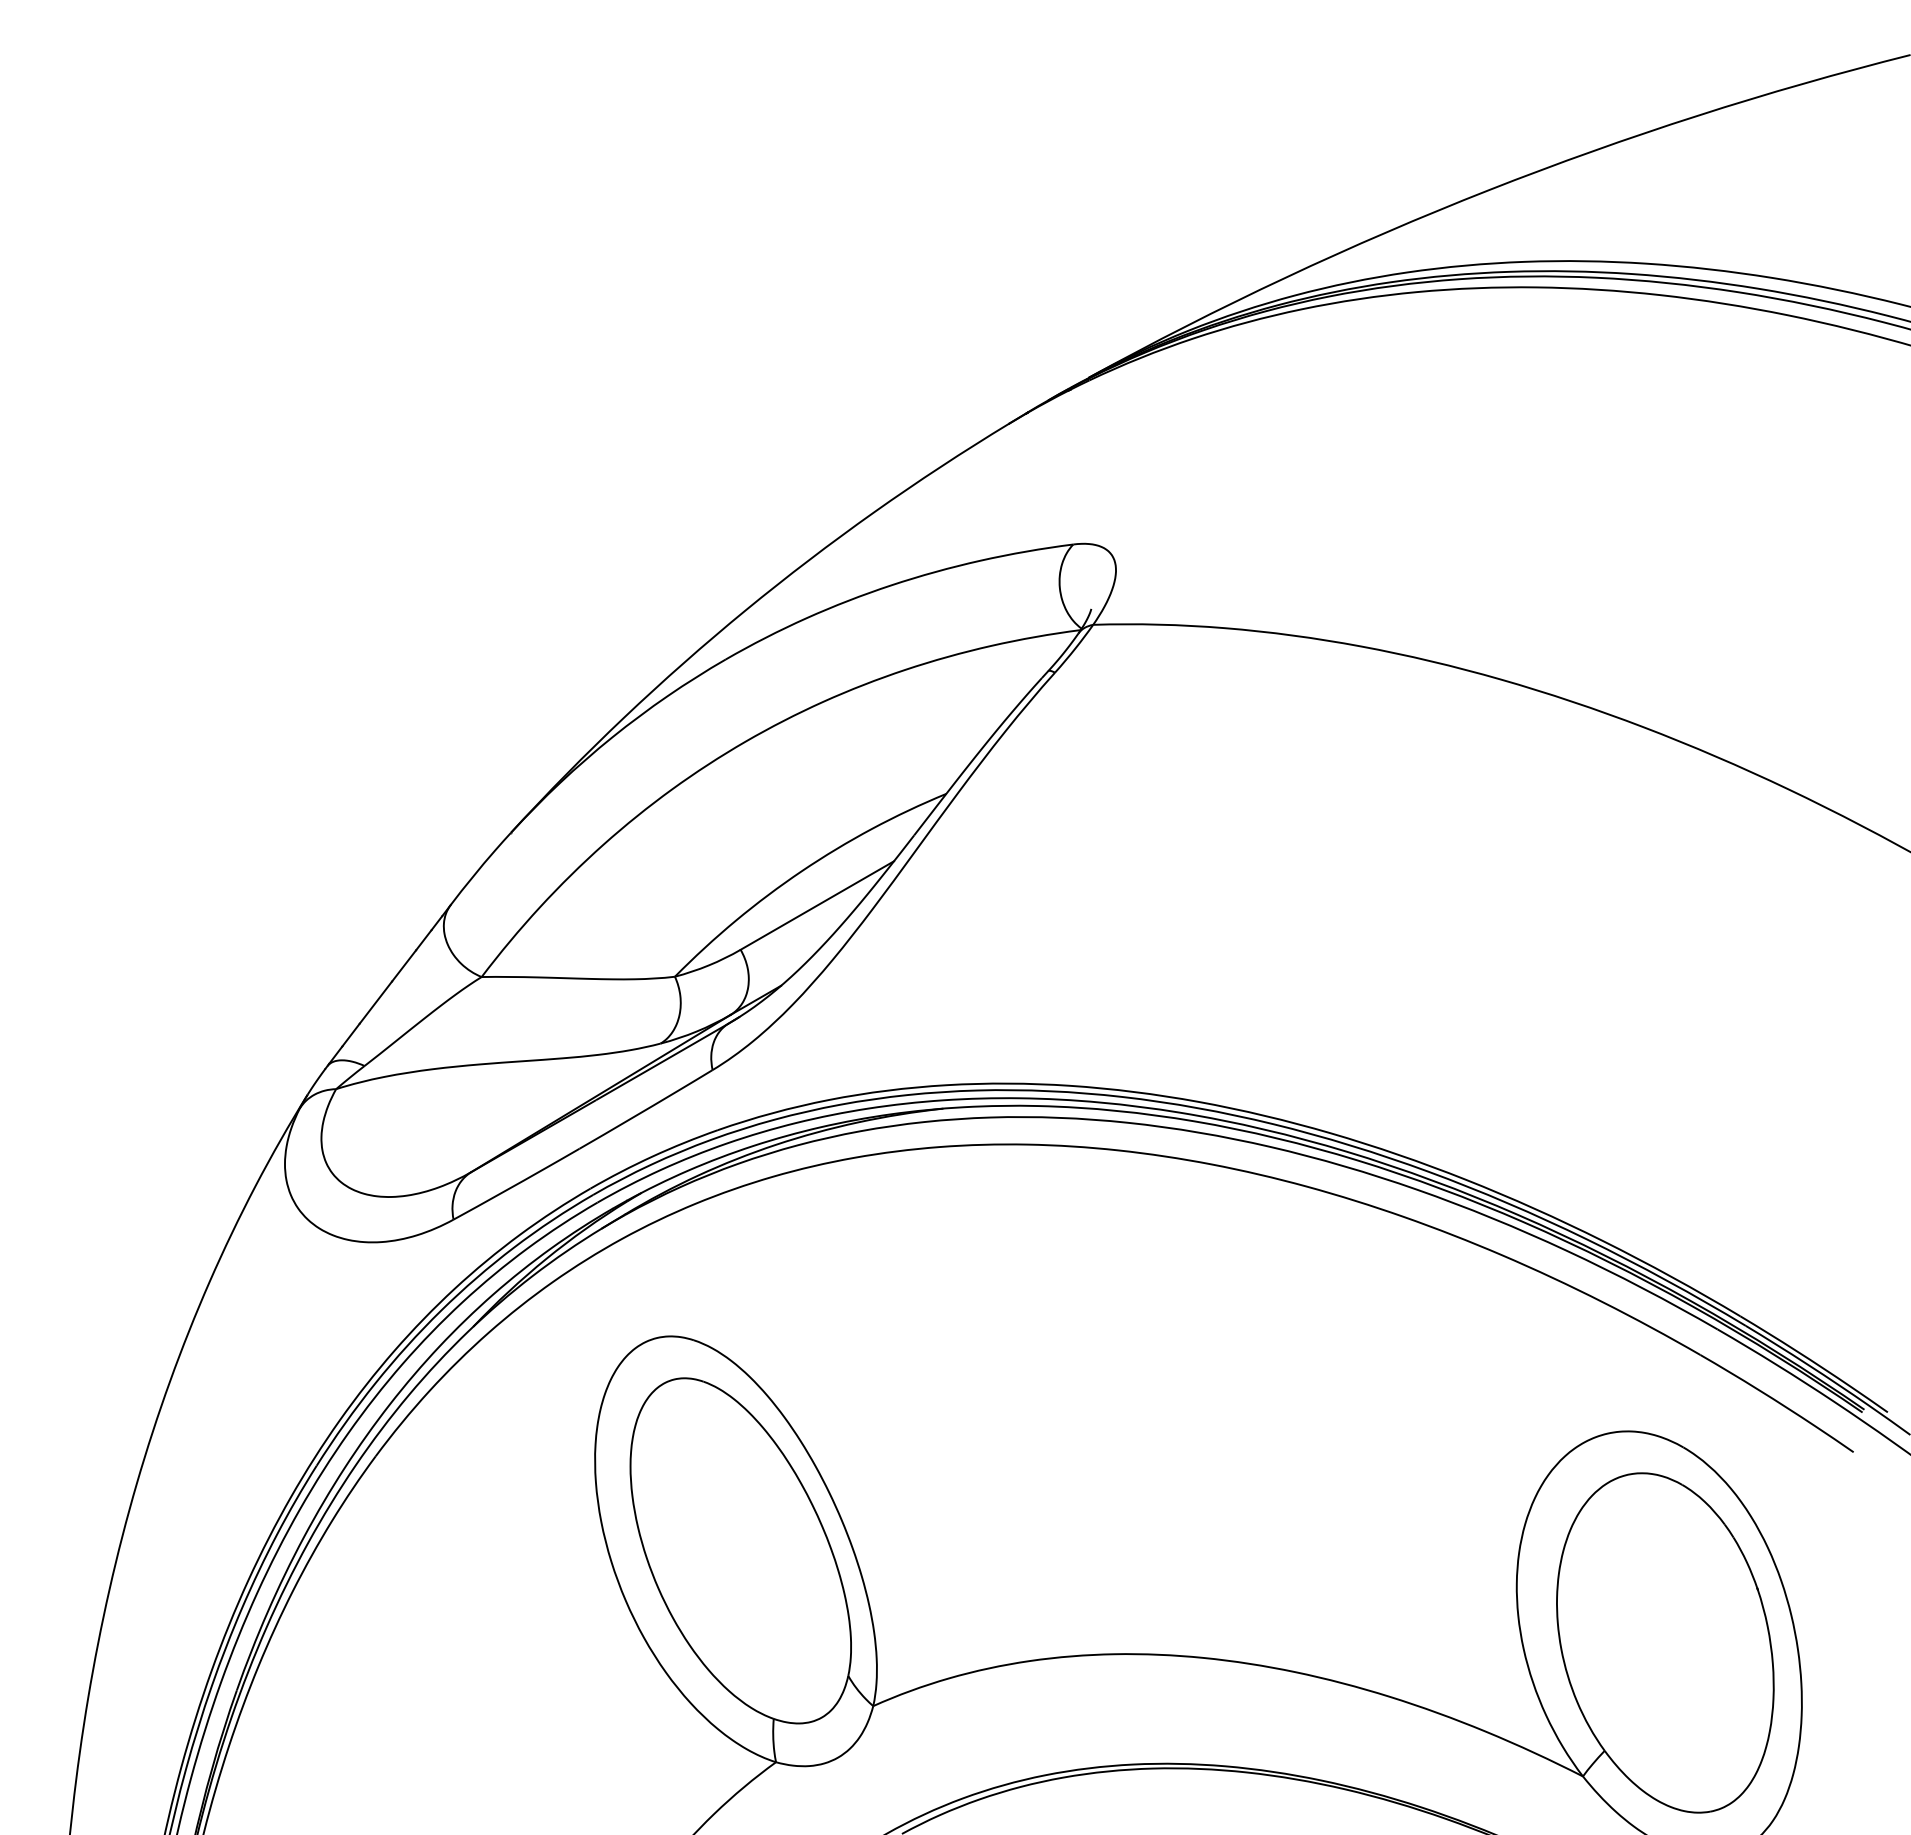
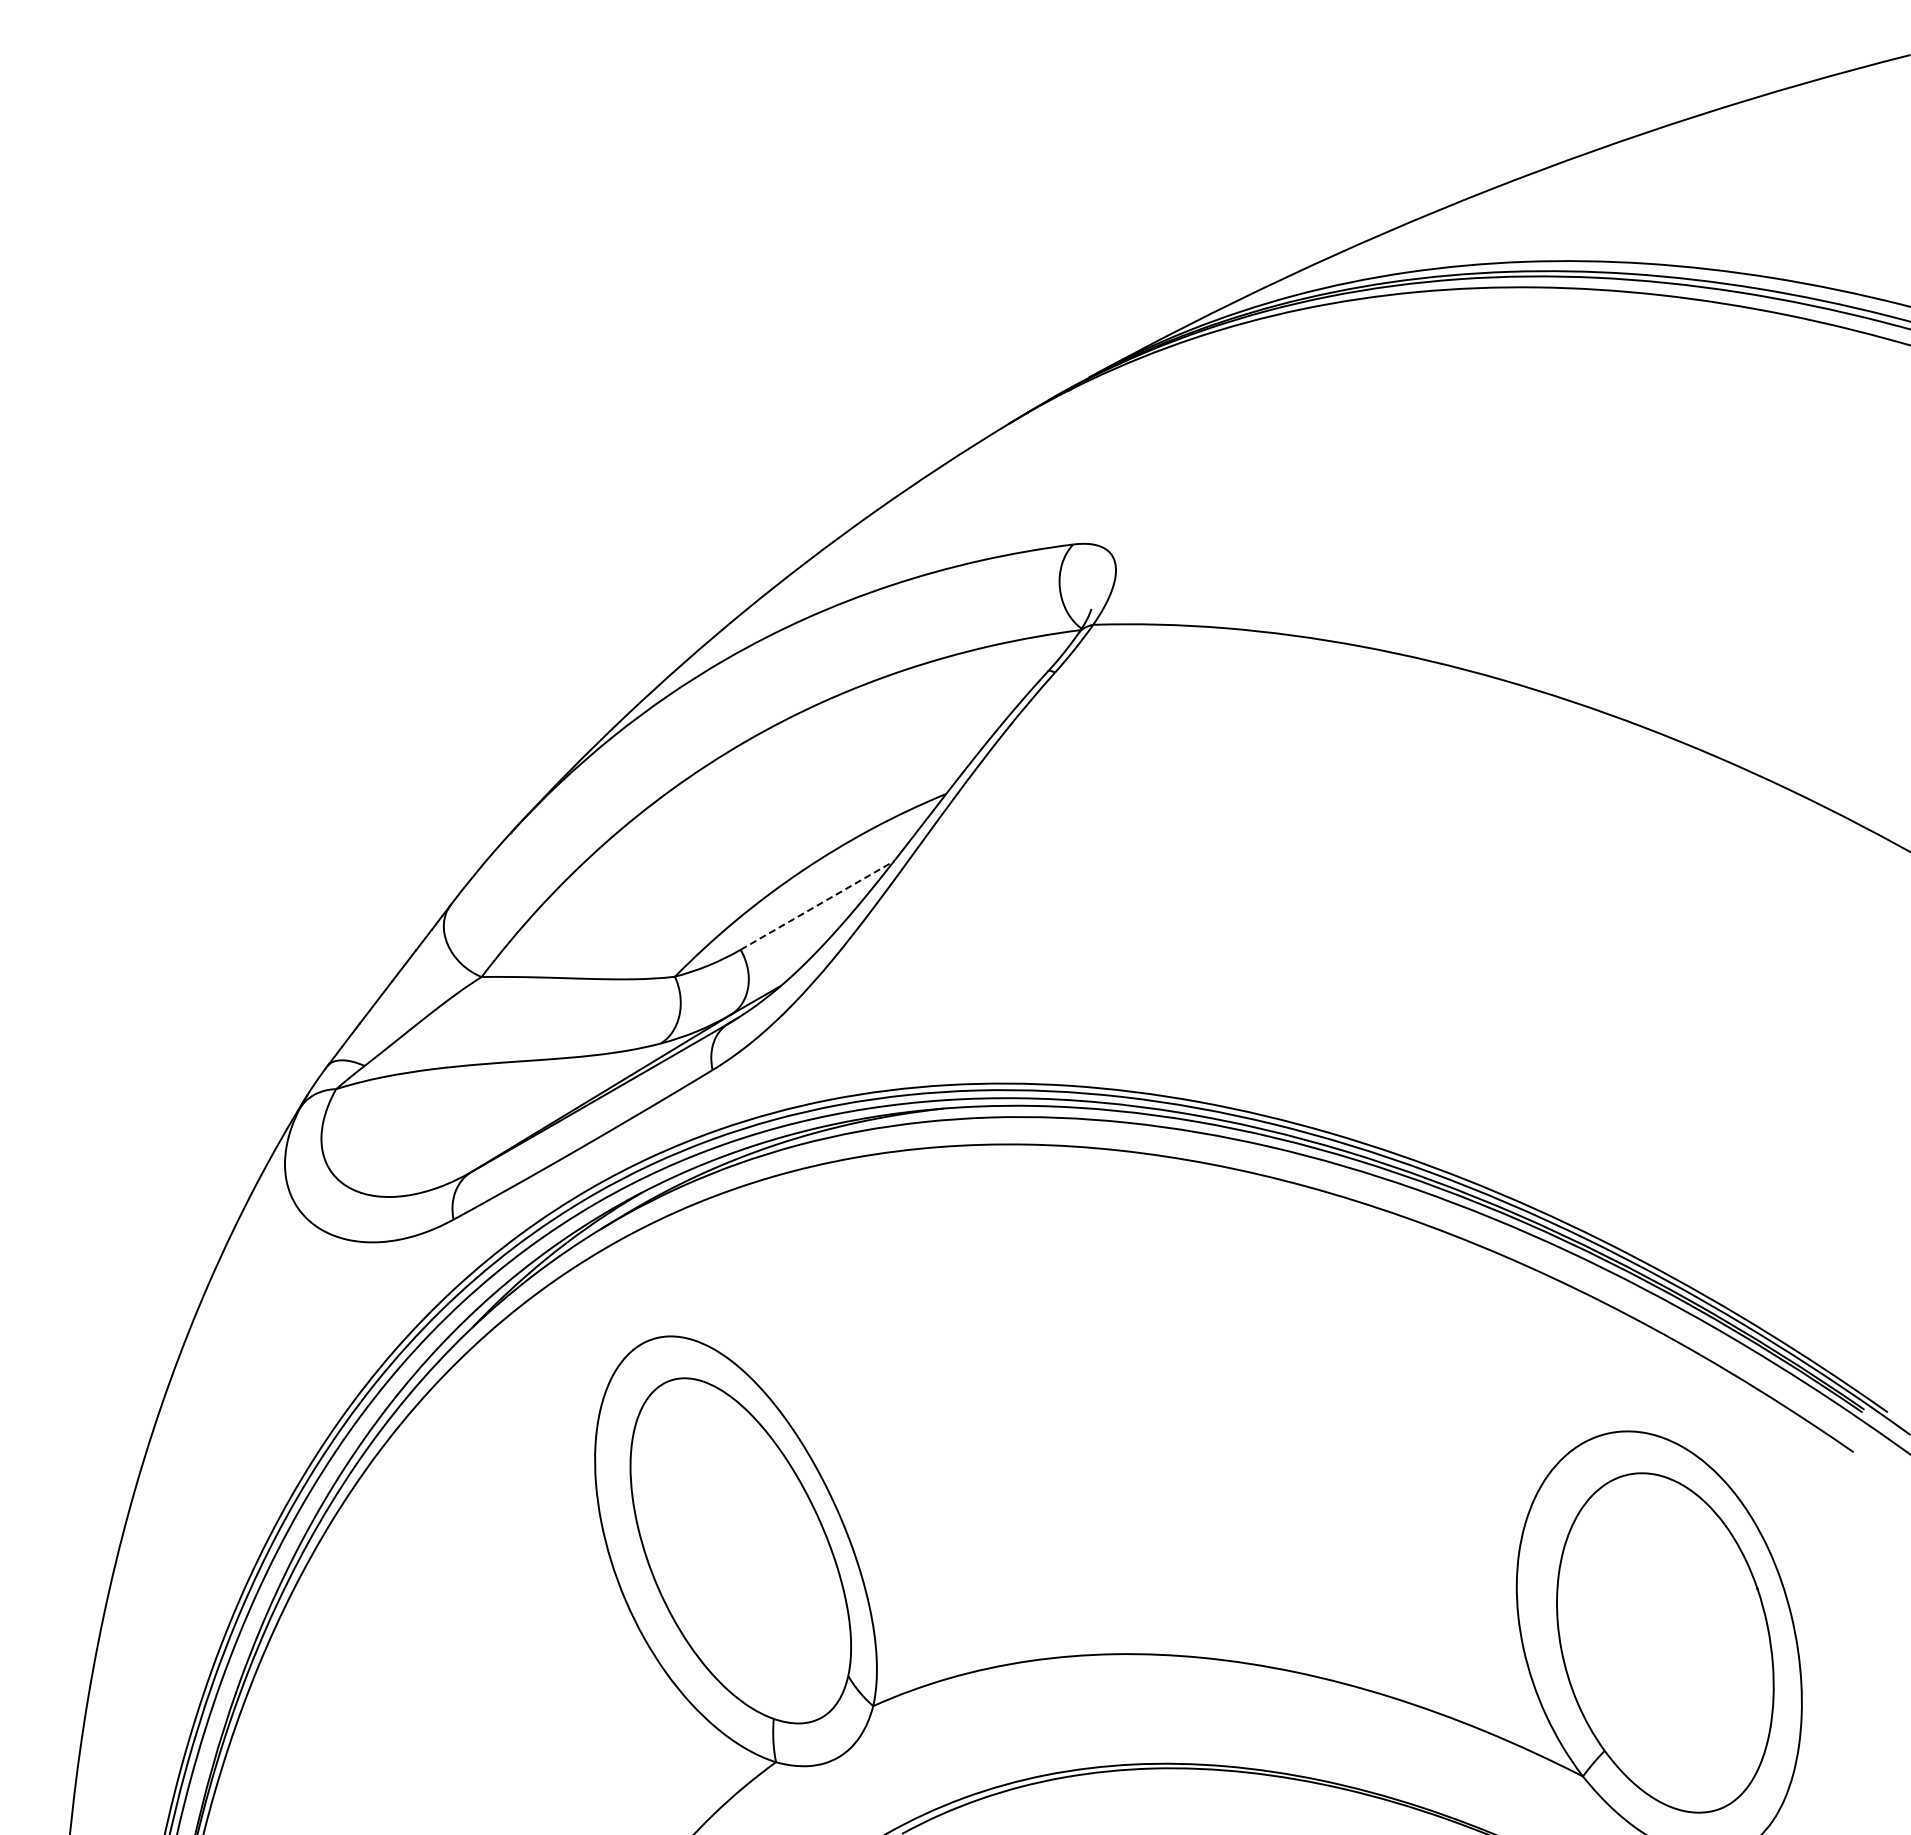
line at (817, 905): solid -> dashed
